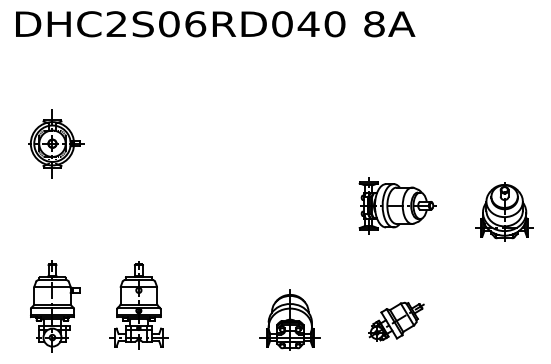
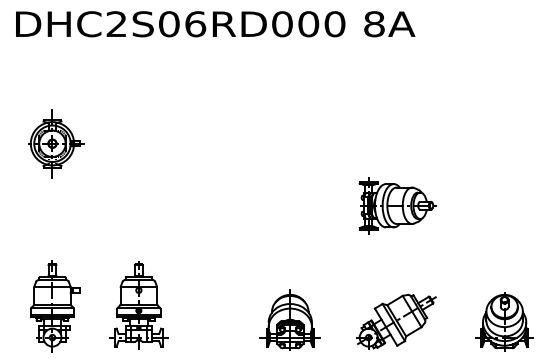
text at (308, 24): DHC2S06RD040 -> DHC2S06RD000
part at (504, 211) position: (504, 211) -> (504, 321)
part at (396, 321) size: 57x41 px -> 81x57 px
